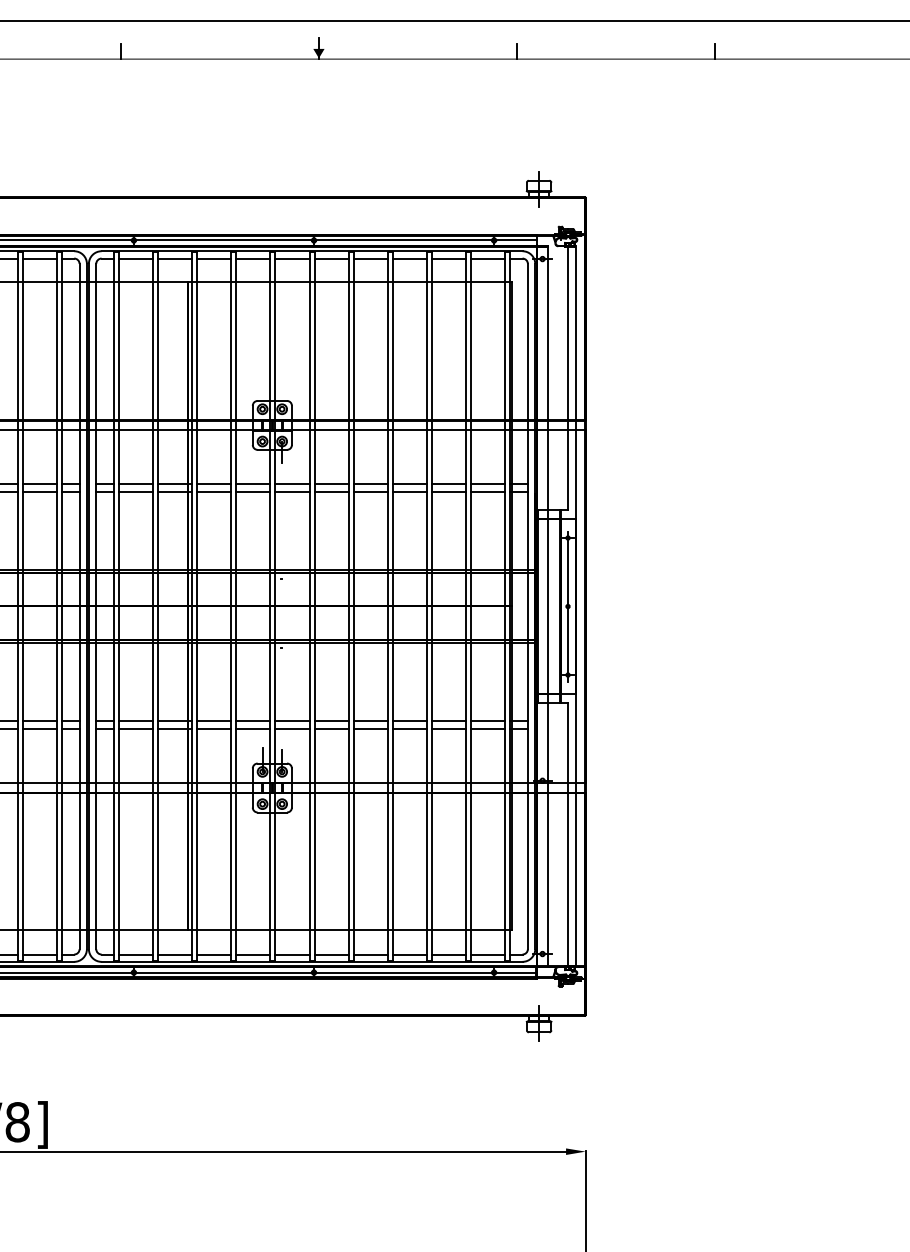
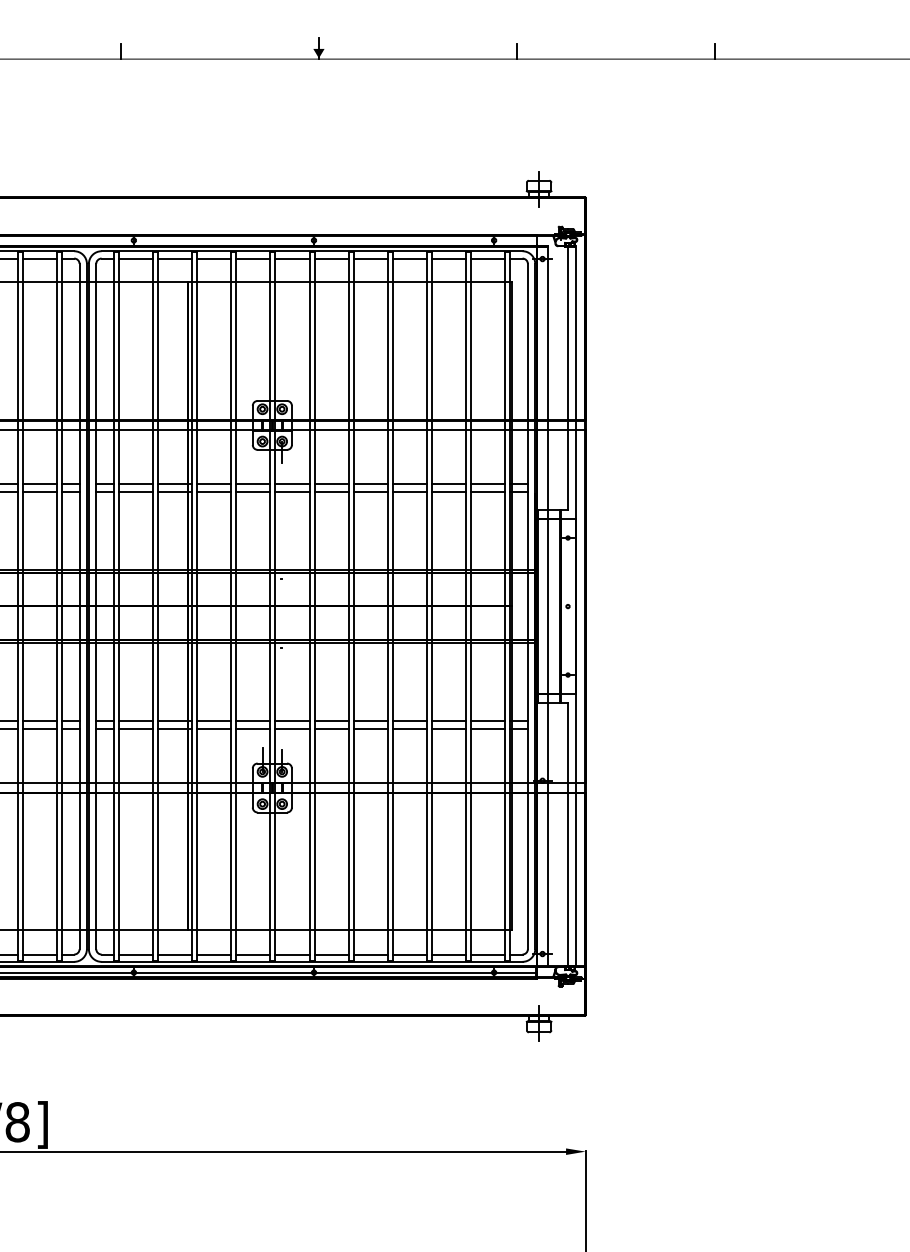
line at (454, 21): present -> none
line at (269, 240): present -> none
line at (568, 606): present -> none
